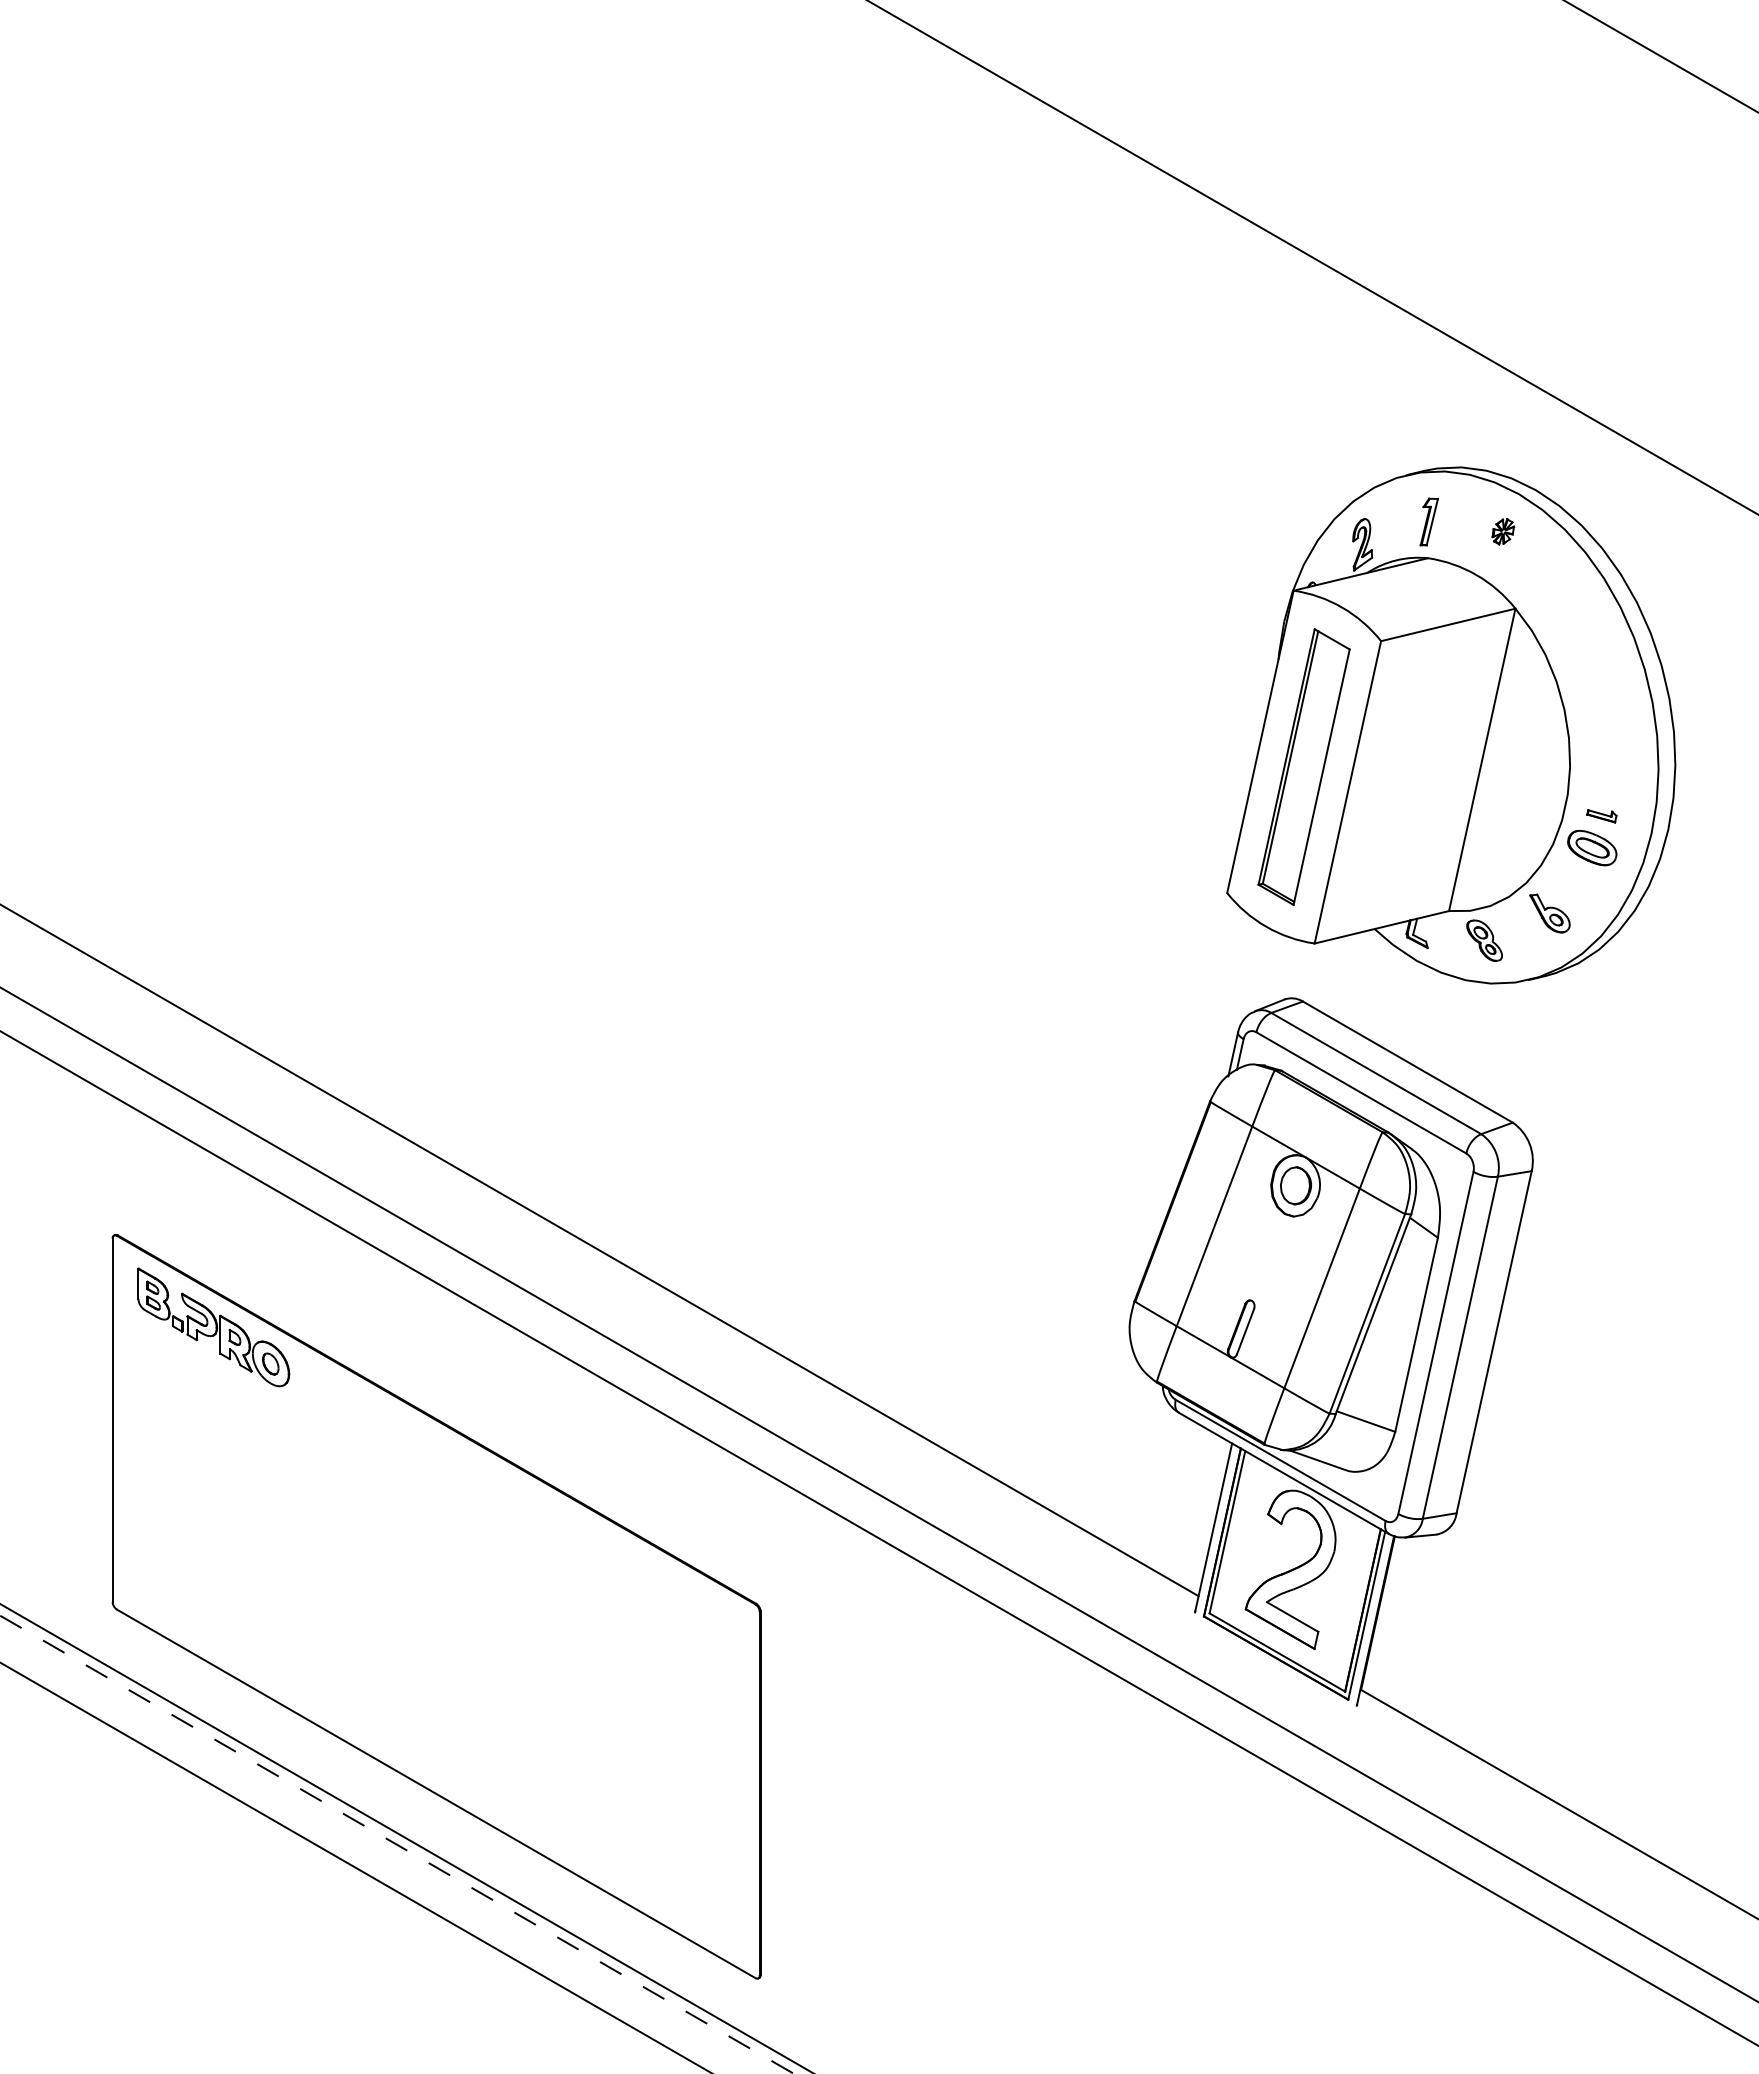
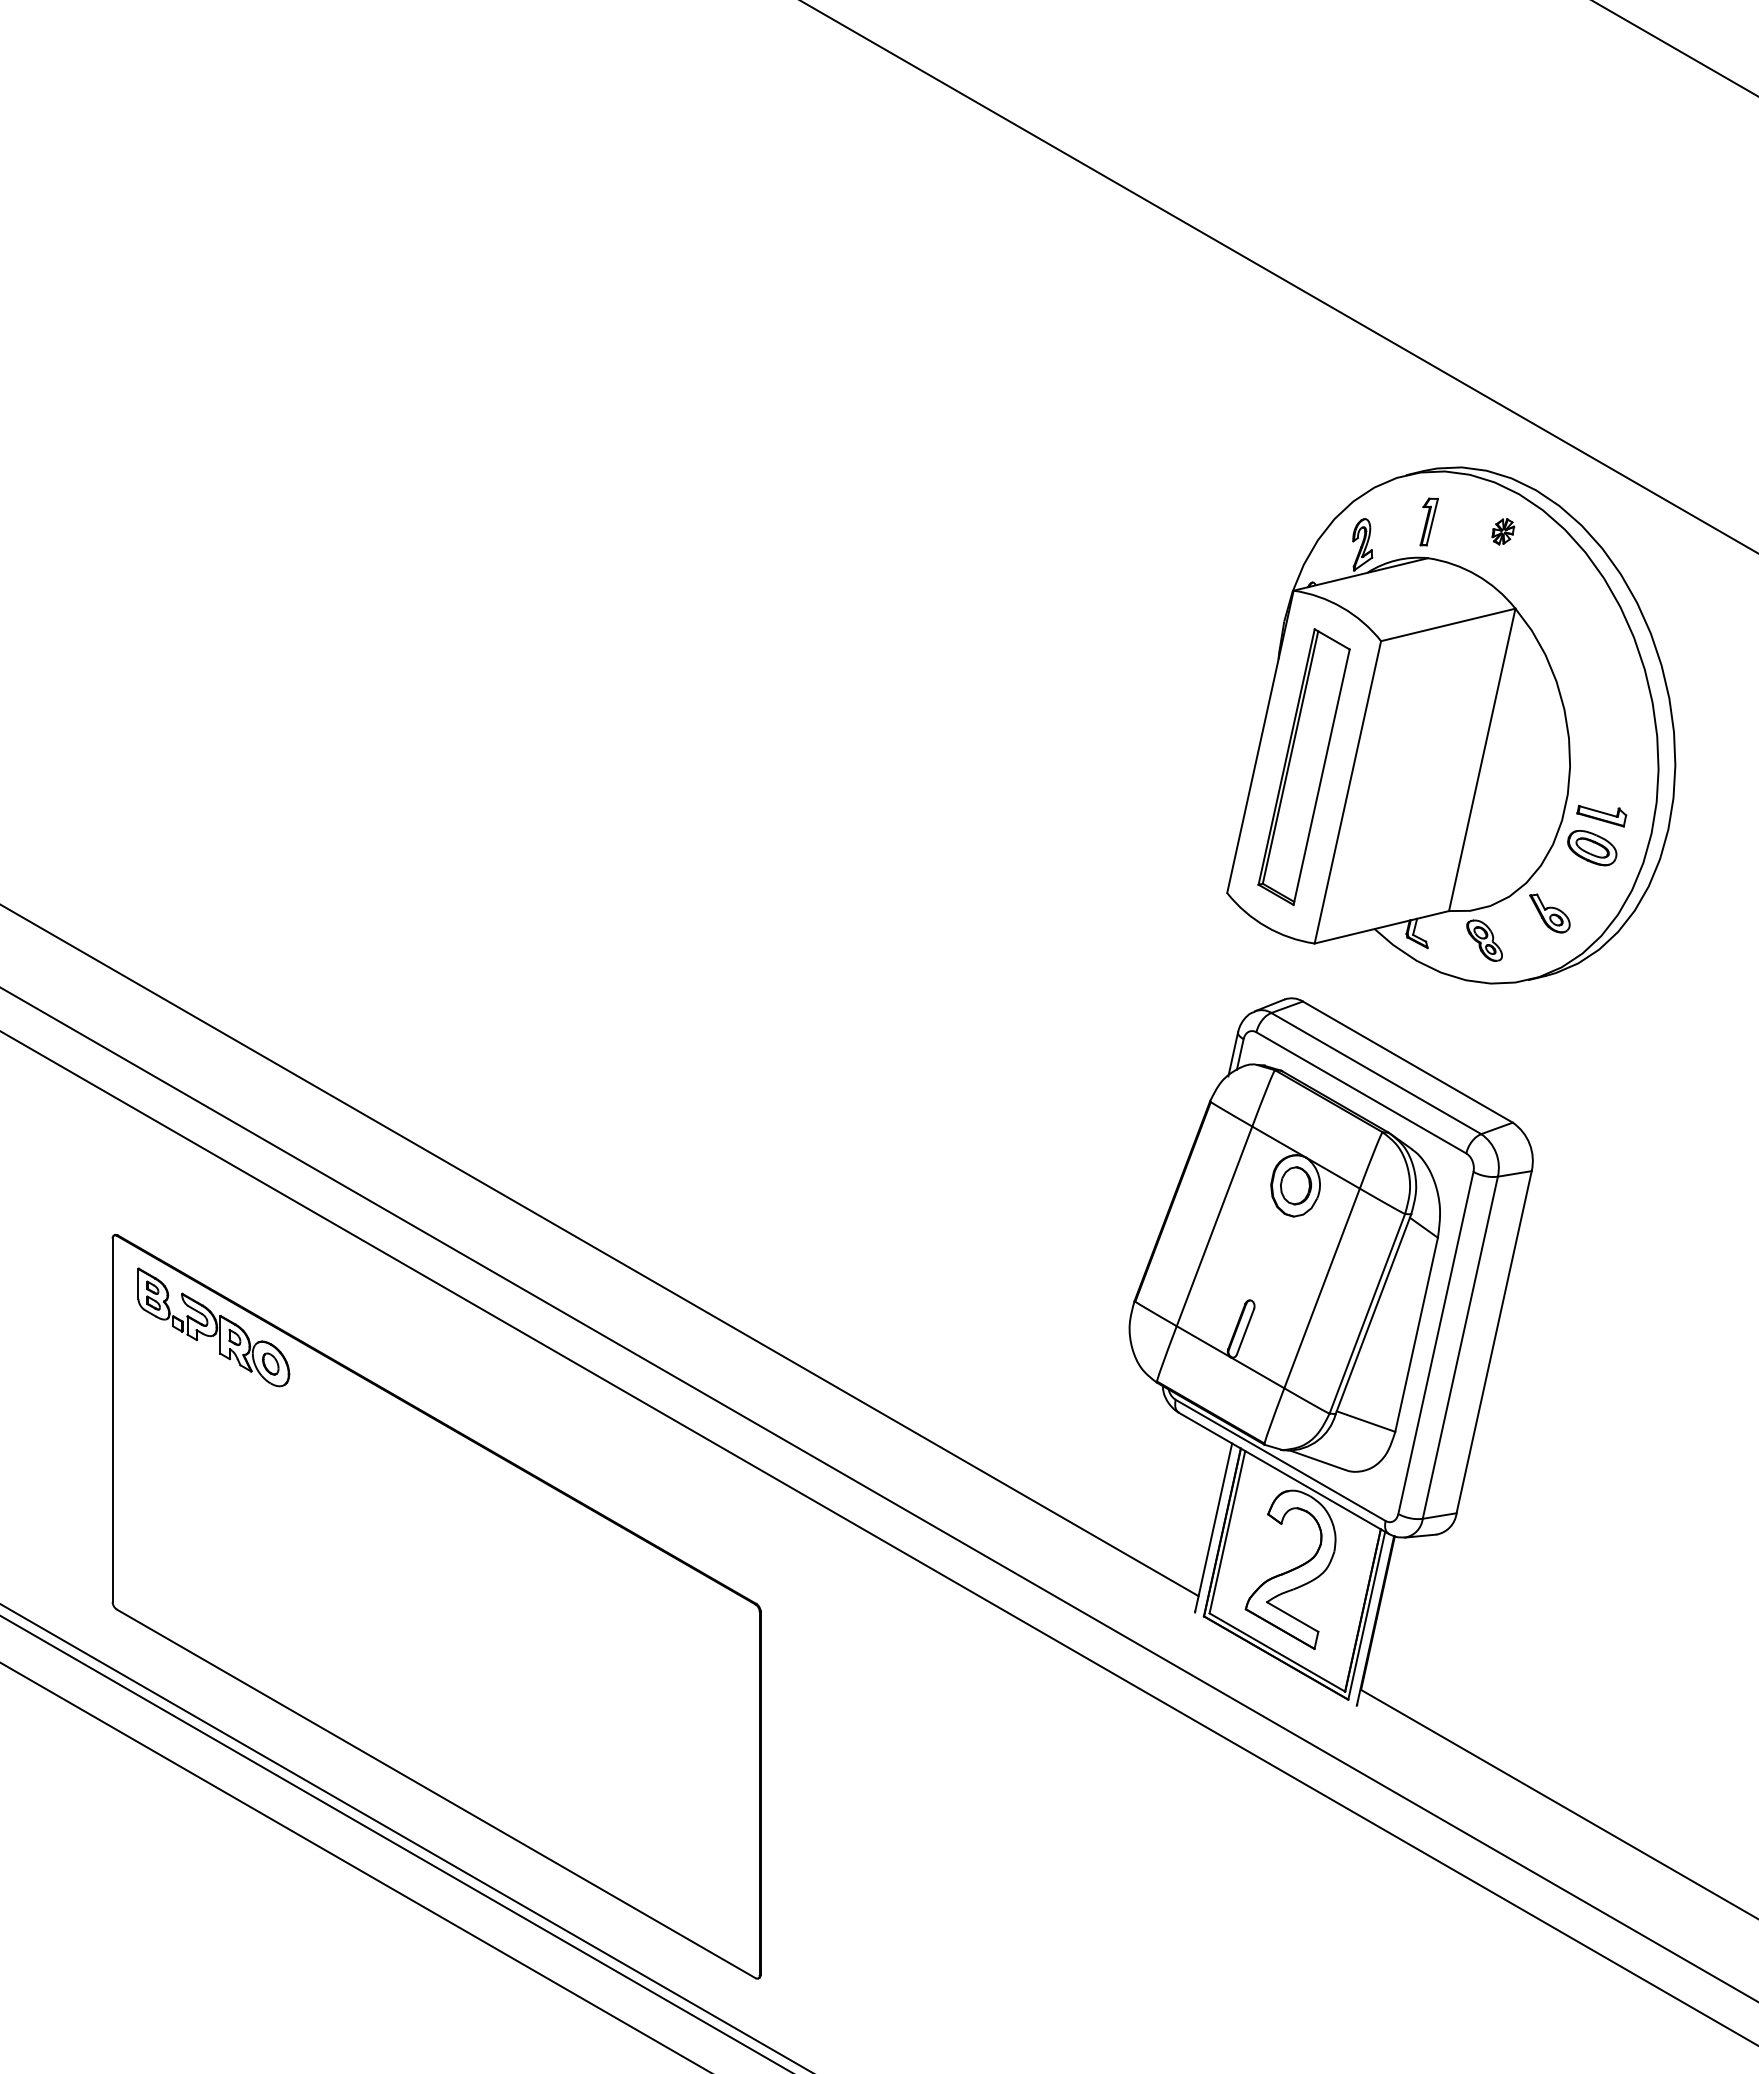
line at (1660, 56) position: (1660, 56) -> (1674, 48)
line at (1312, 257) position: (1312, 257) -> (1278, 276)
part at (1601, 816) size: 32x15 px -> 52x23 px
line at (397, 1844): dashed -> solid
